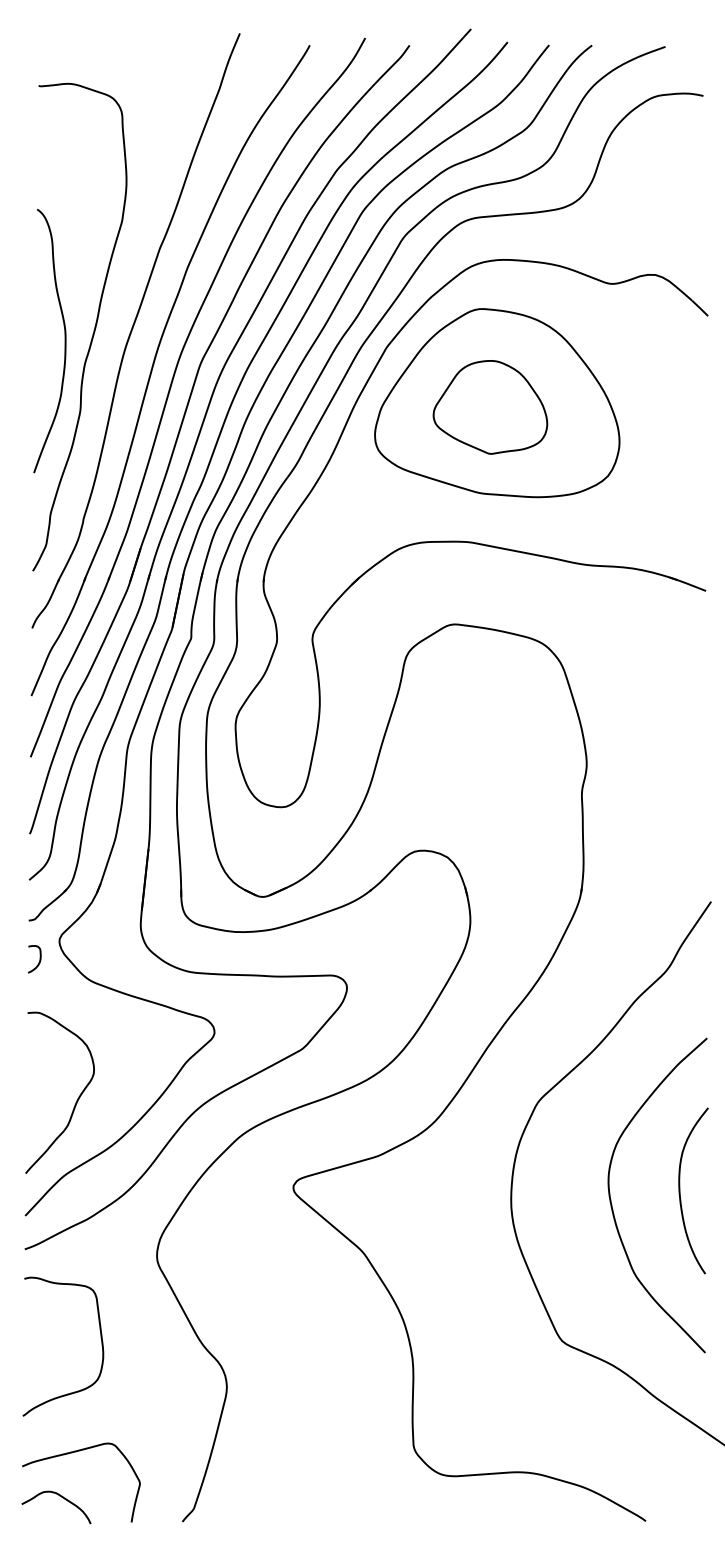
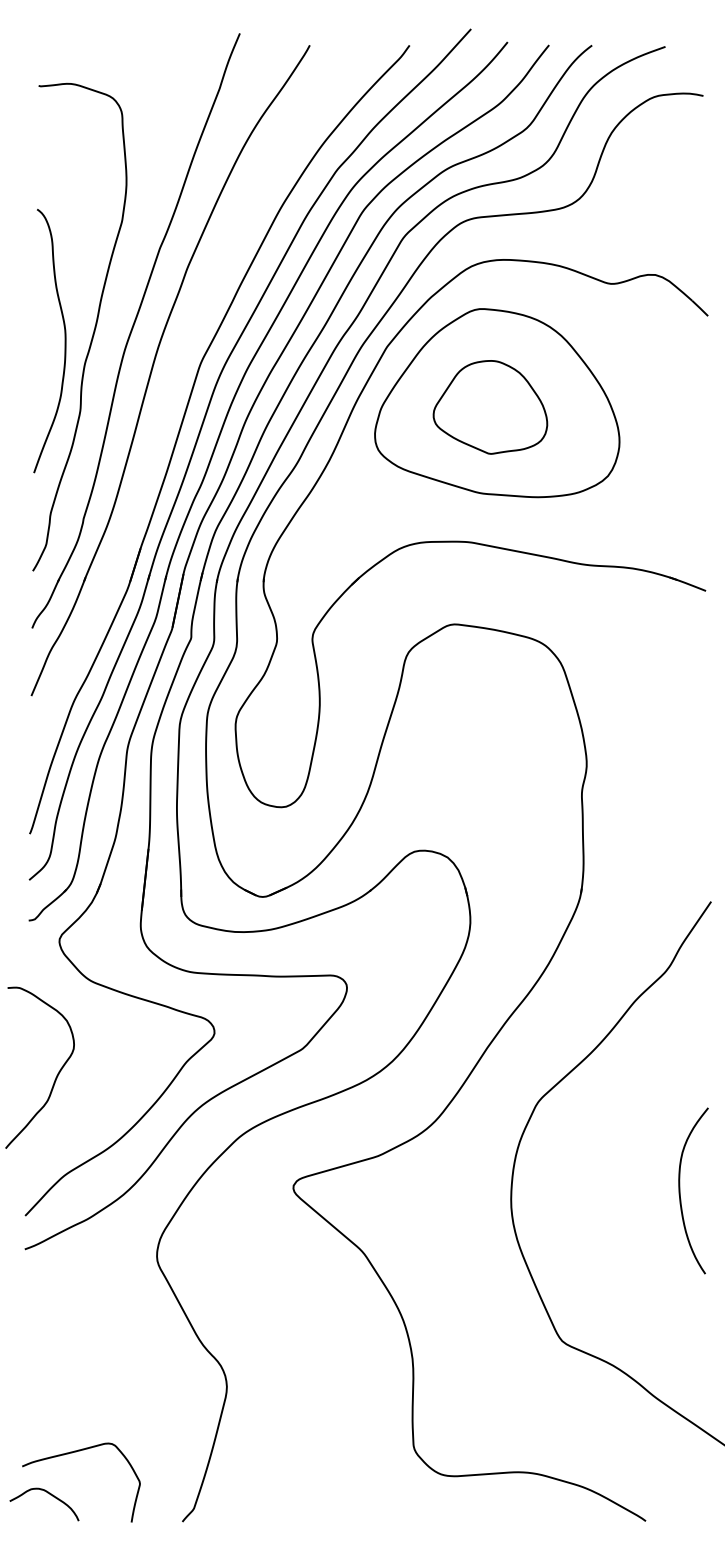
part at (170, 391): present -> none
curve at (39, 959): present -> none
curve at (76, 1100) position: (76, 1100) -> (56, 1075)
curve at (612, 1204): present -> none
curve at (100, 1338): present -> none
curve at (62, 1498) position: (62, 1498) -> (50, 1495)
